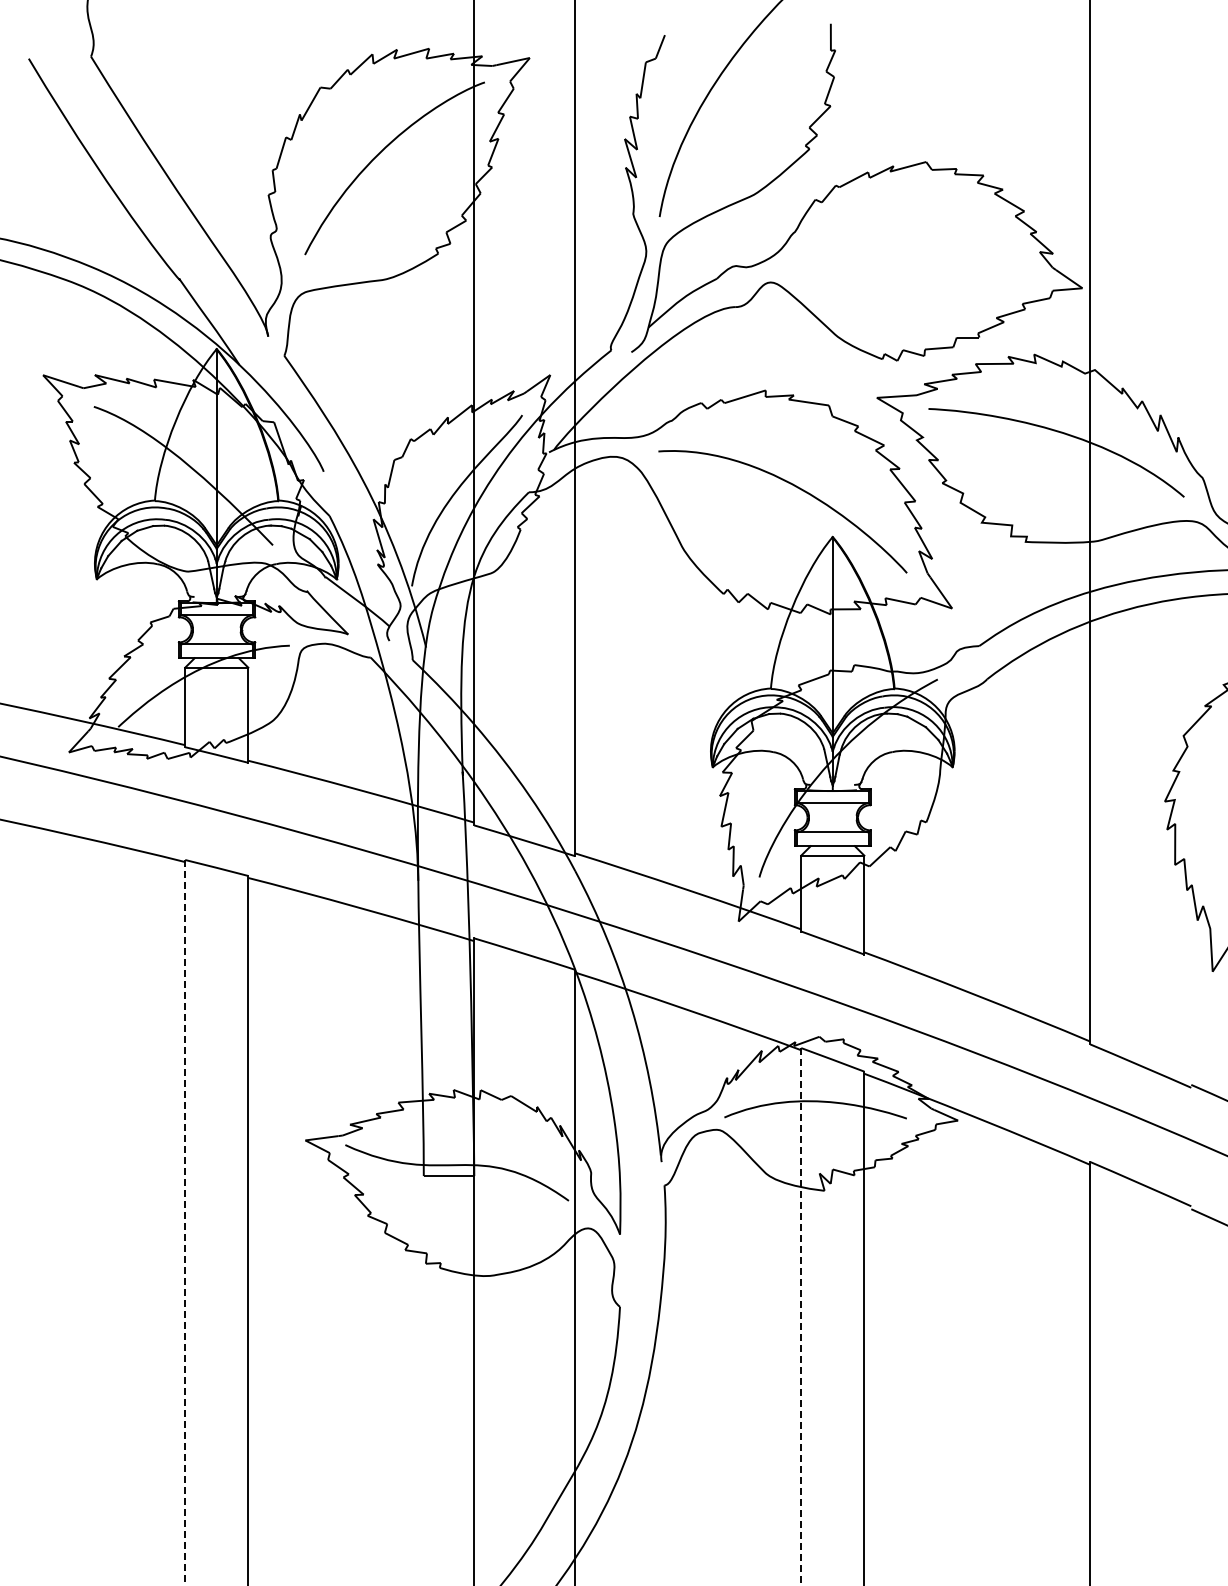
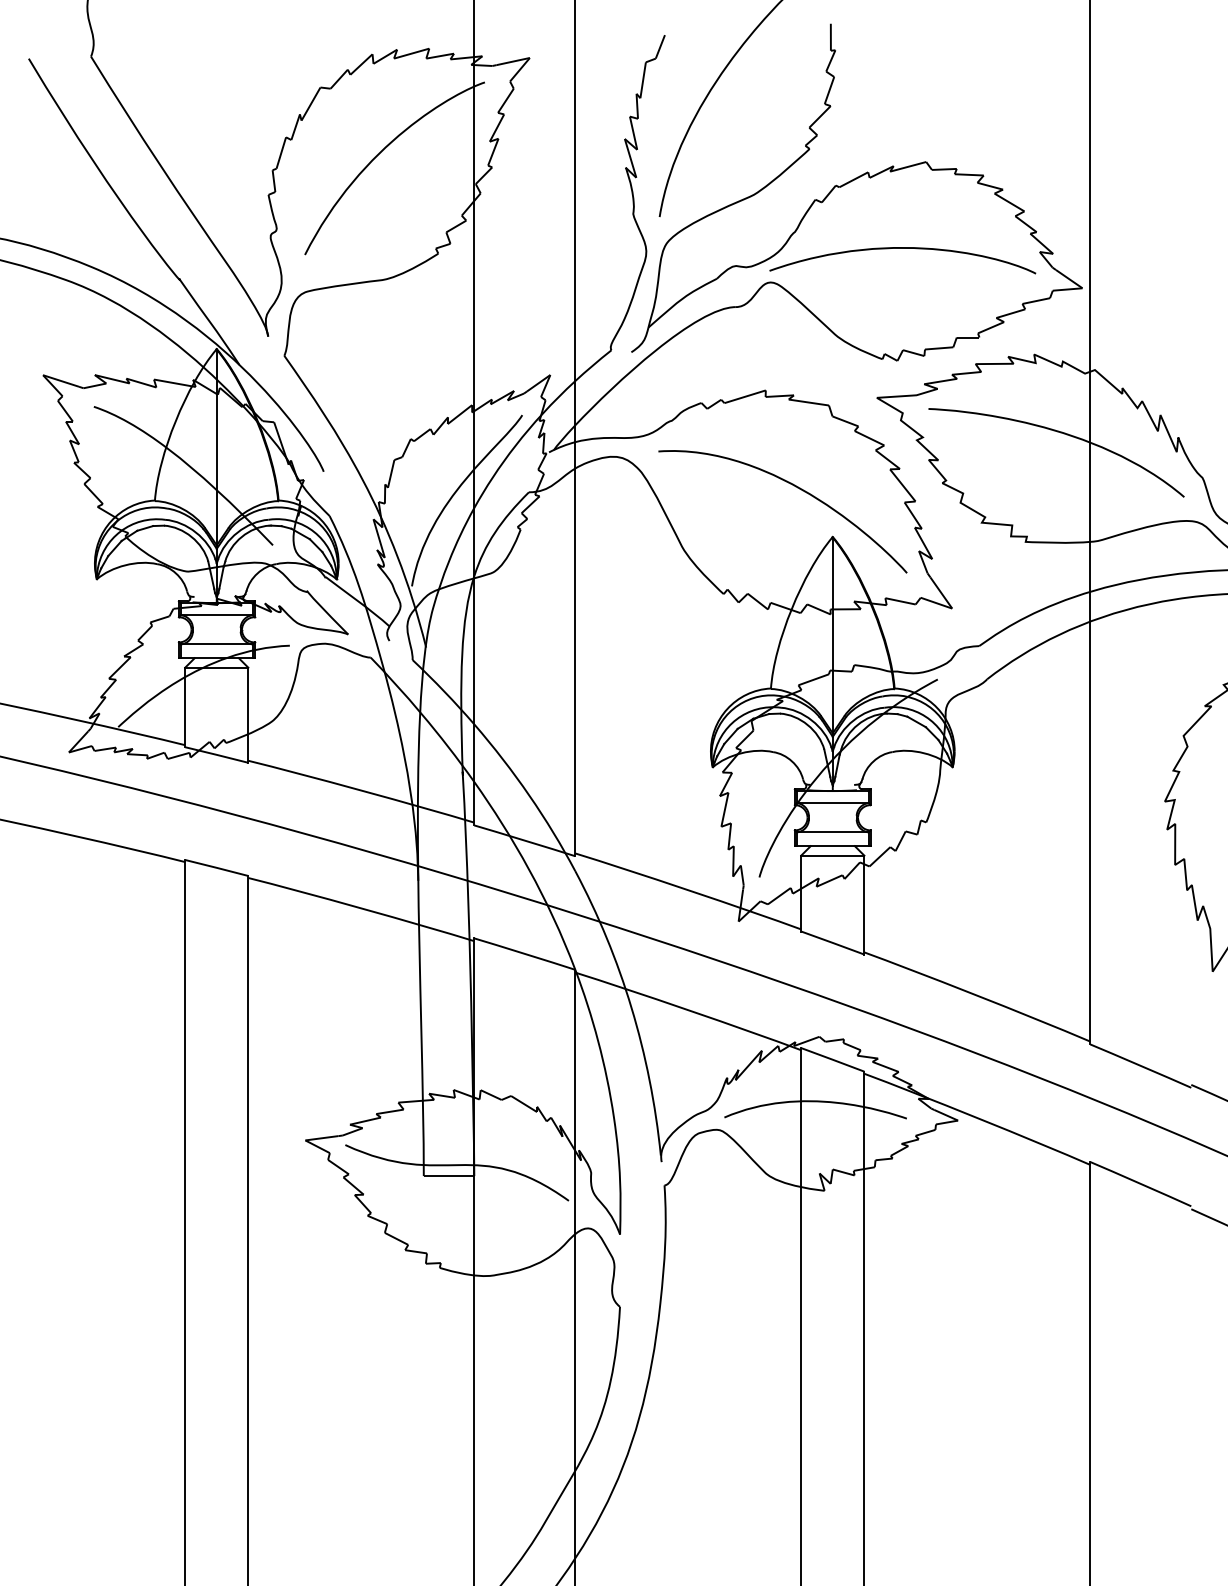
curve at (902, 248): none -> present
line at (185, 1222): dashed -> solid
line at (801, 1316): dashed -> solid
